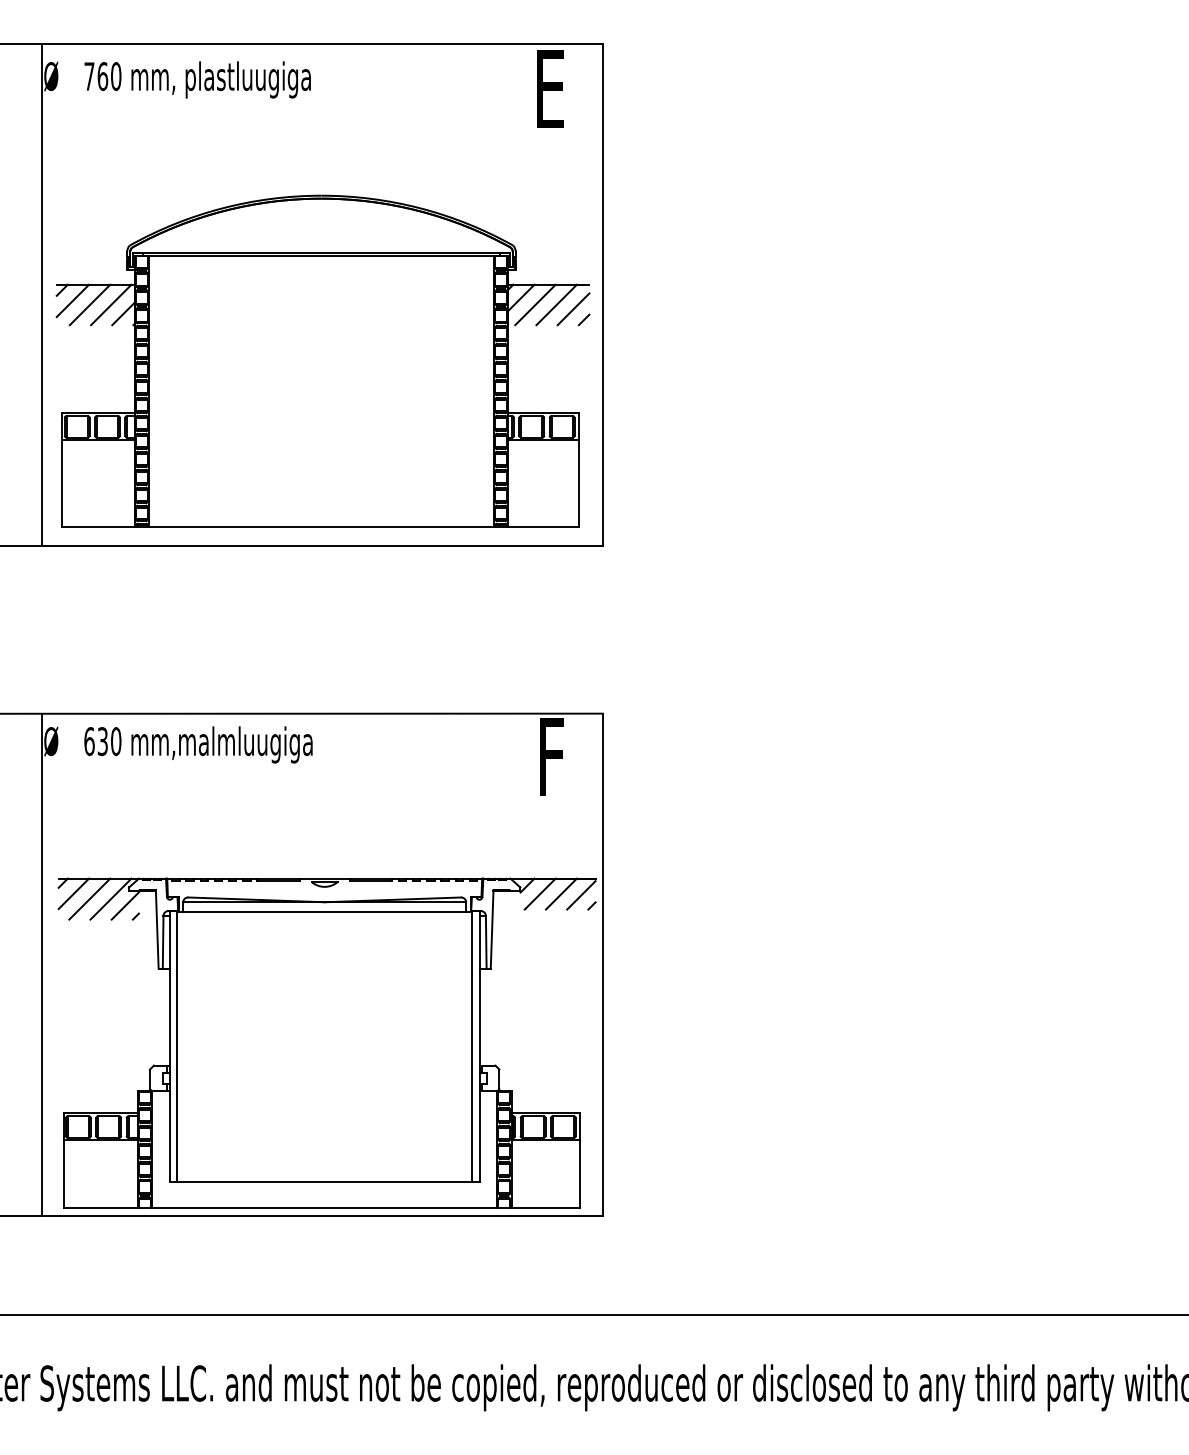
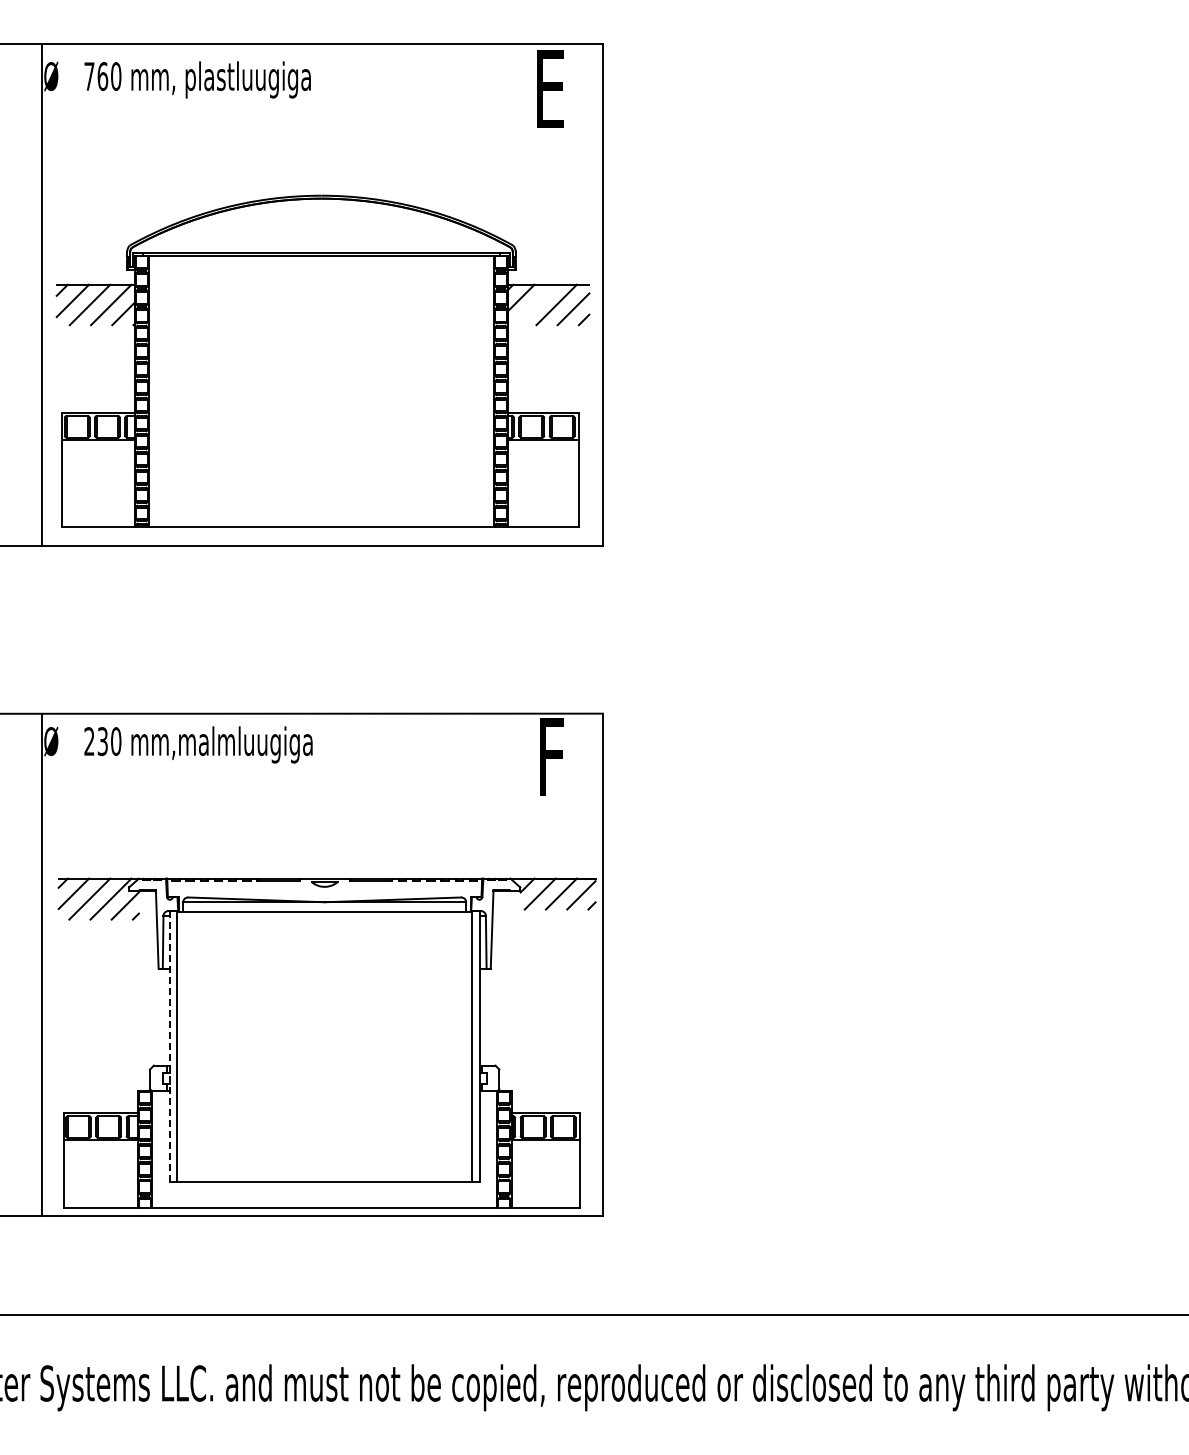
line at (535, 304): present -> none
text at (89, 741): 630 -> 230
line at (169, 1046): solid -> dashed
